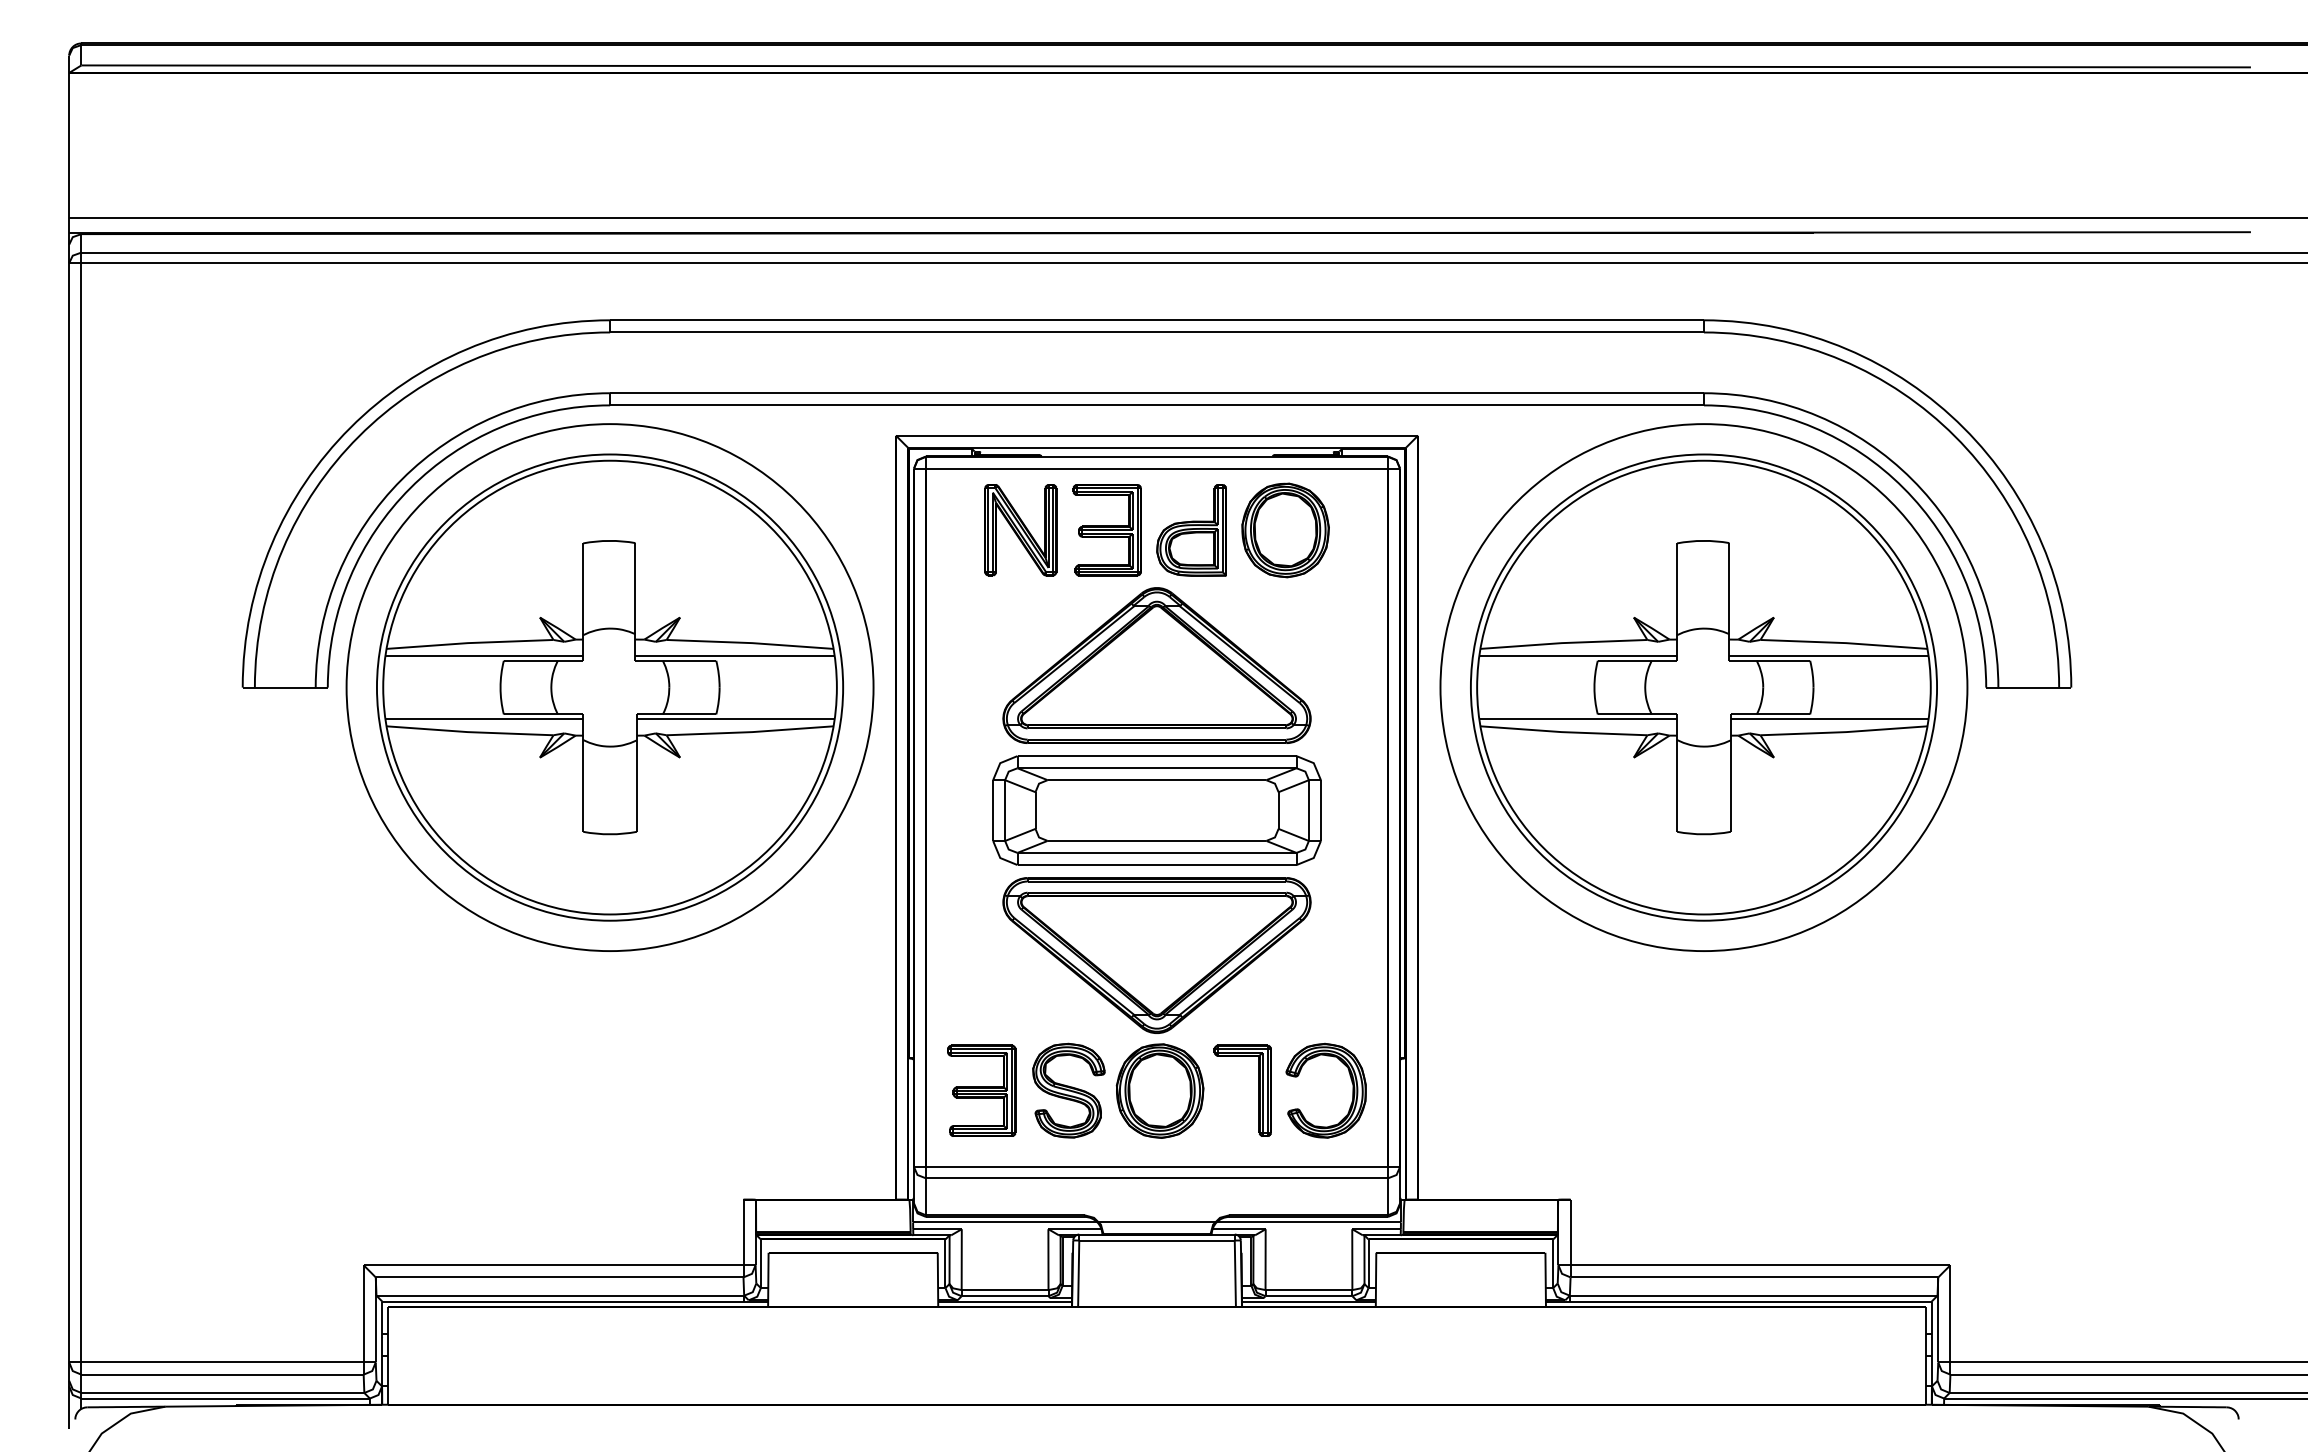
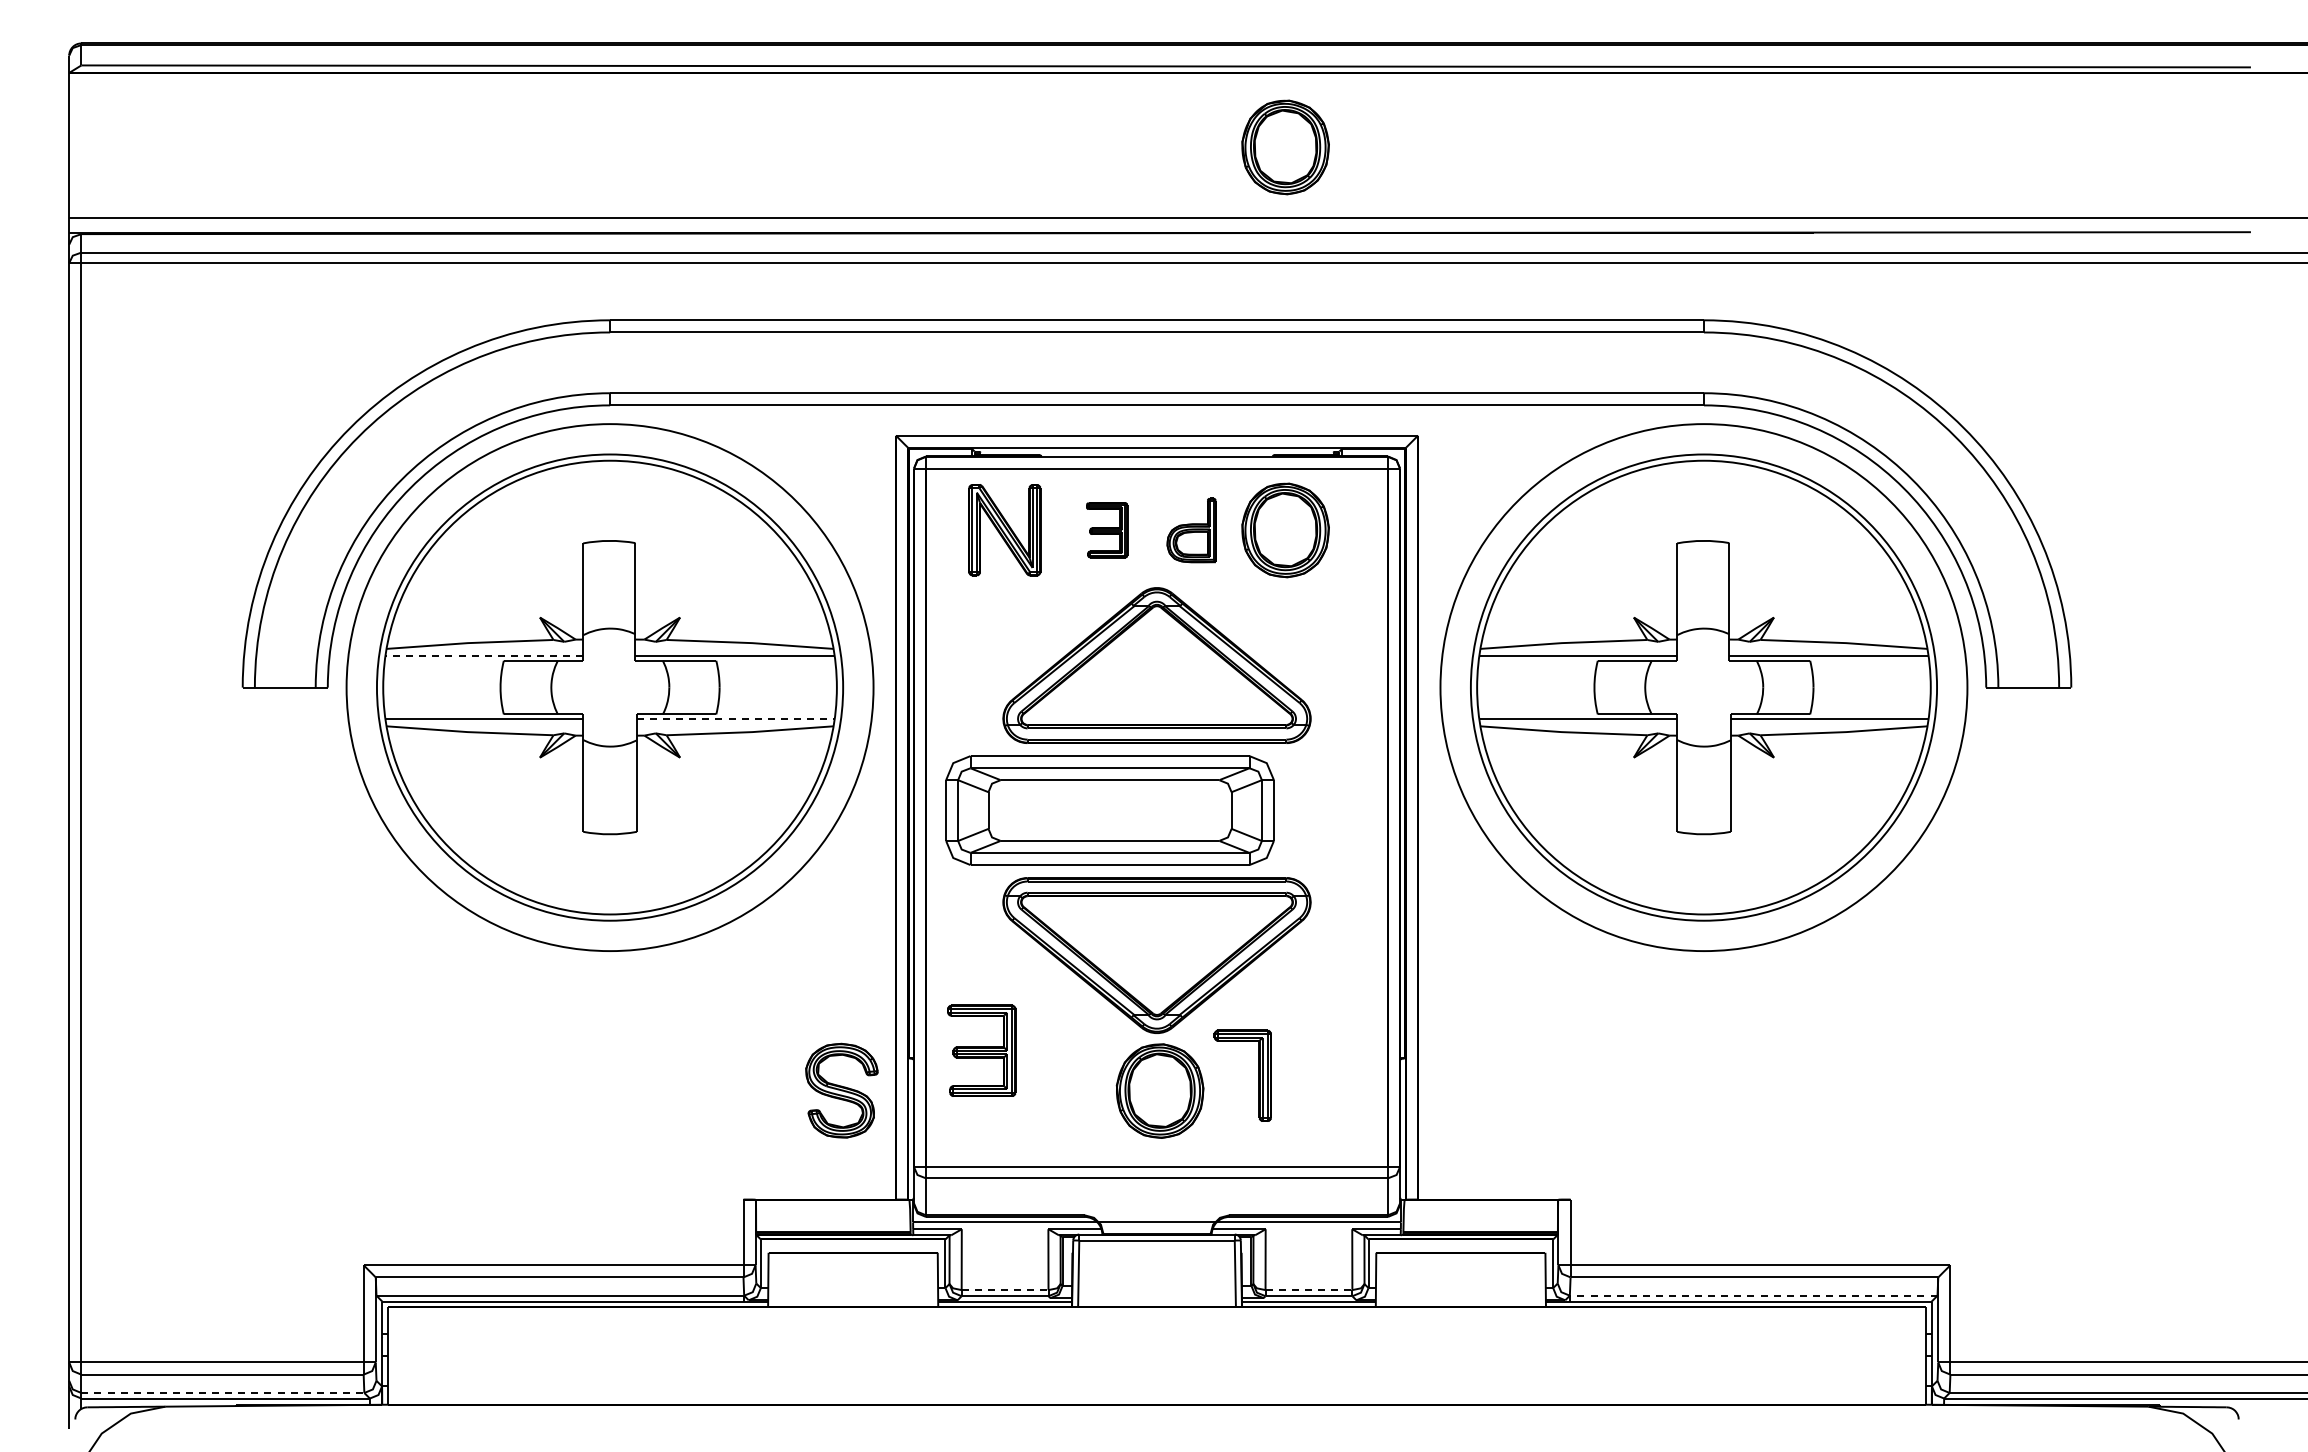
part at (1285, 147): none -> present
part at (1020, 530) position: (1020, 530) -> (1004, 530)
part at (1106, 530) size: 70x93 px -> 43x57 px
part at (1191, 530) size: 71x93 px -> 51x67 px
line at (484, 656): solid -> dashed
line at (735, 719): solid -> dashed
part at (1156, 810) position: (1156, 810) -> (1109, 810)
part at (981, 1090) position: (981, 1090) -> (981, 1050)
part at (1068, 1090) position: (1068, 1090) -> (841, 1090)
part at (1258, 1090) position: (1258, 1090) -> (1258, 1075)
part at (1352, 1090): present -> none
line at (1005, 1290): solid -> dashed
line at (1309, 1290): solid -> dashed
line at (1753, 1295): solid -> dashed
line at (223, 1392): solid -> dashed
